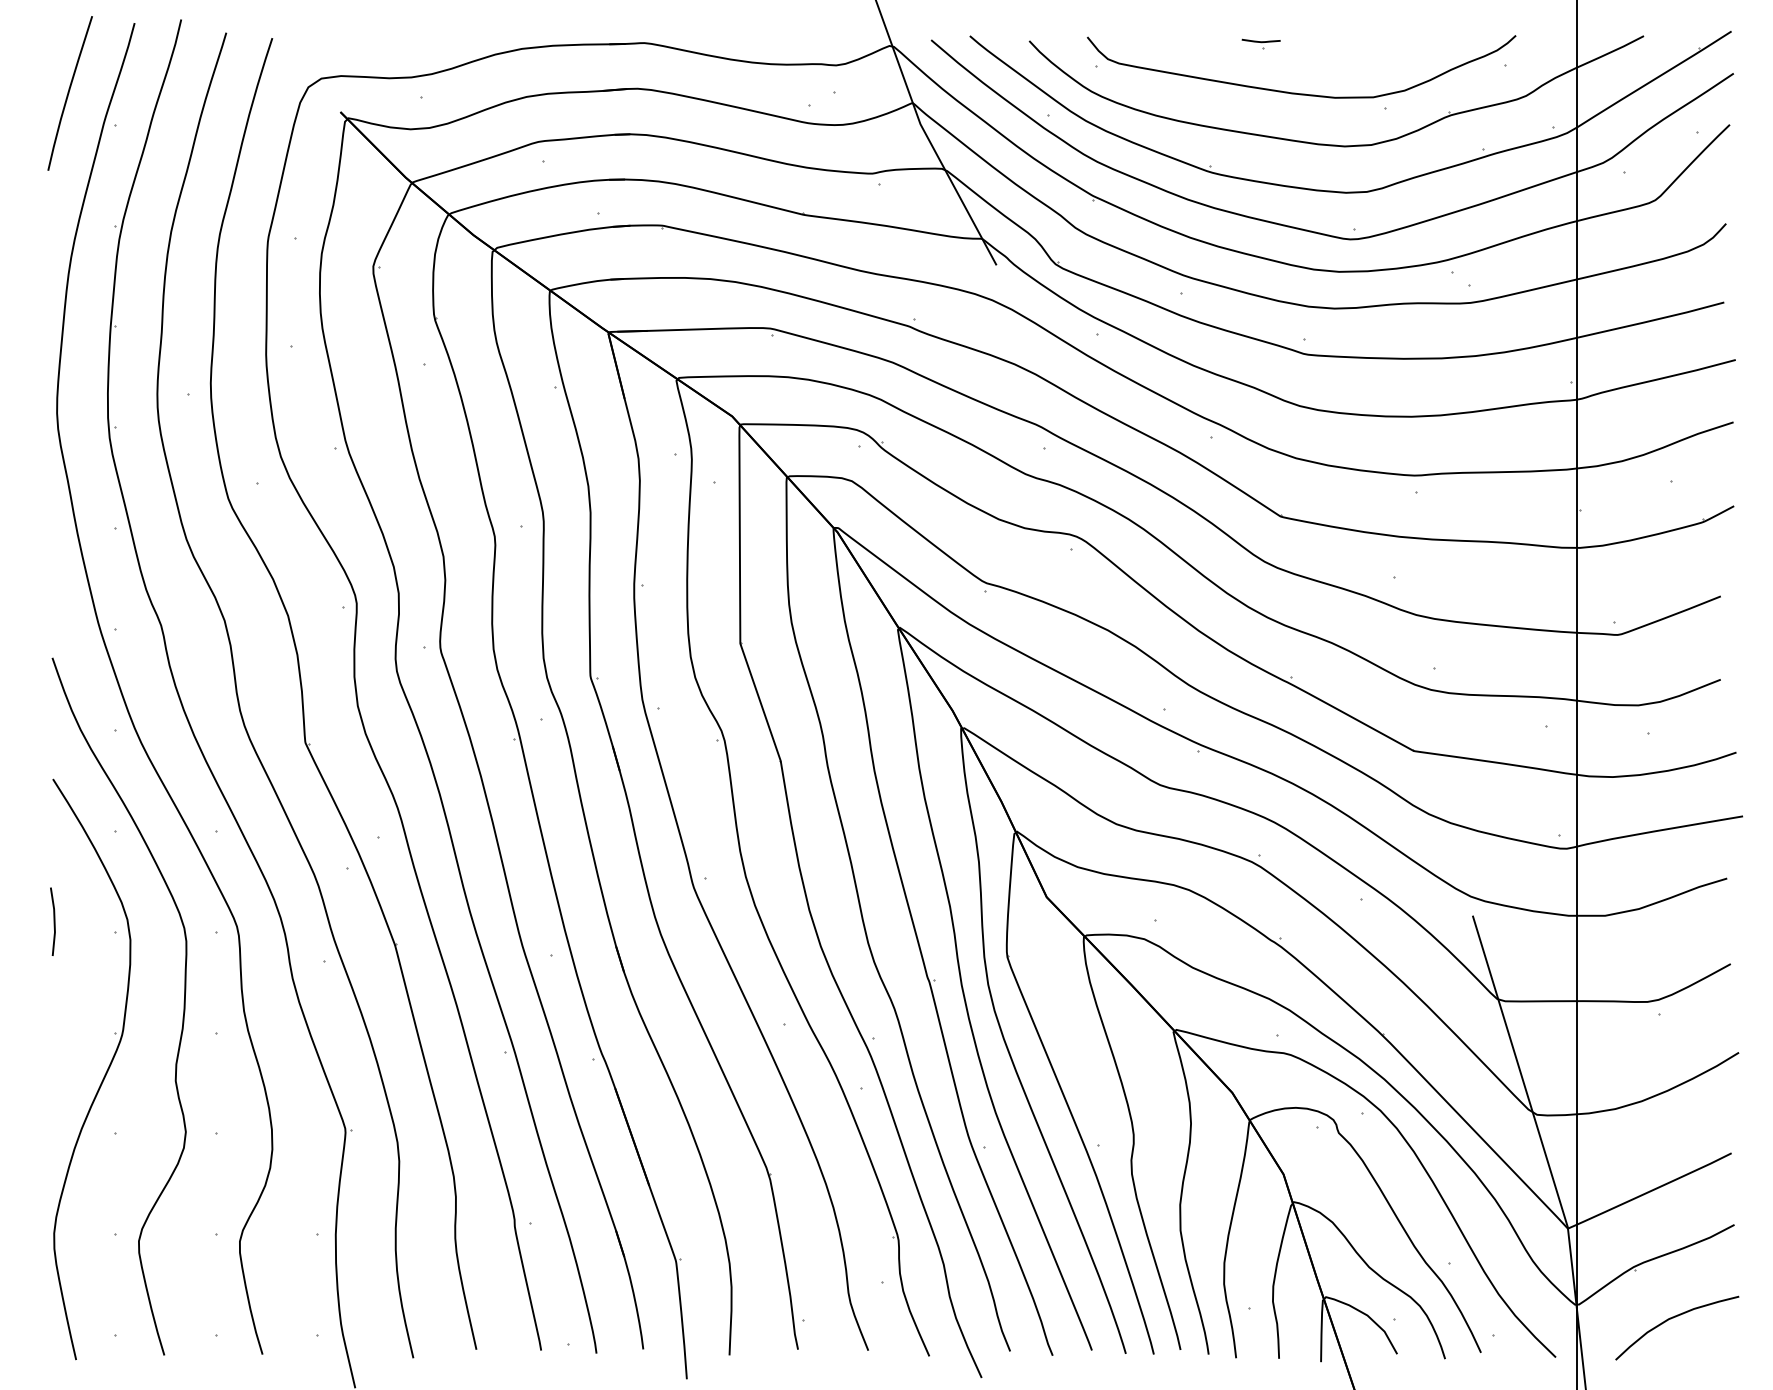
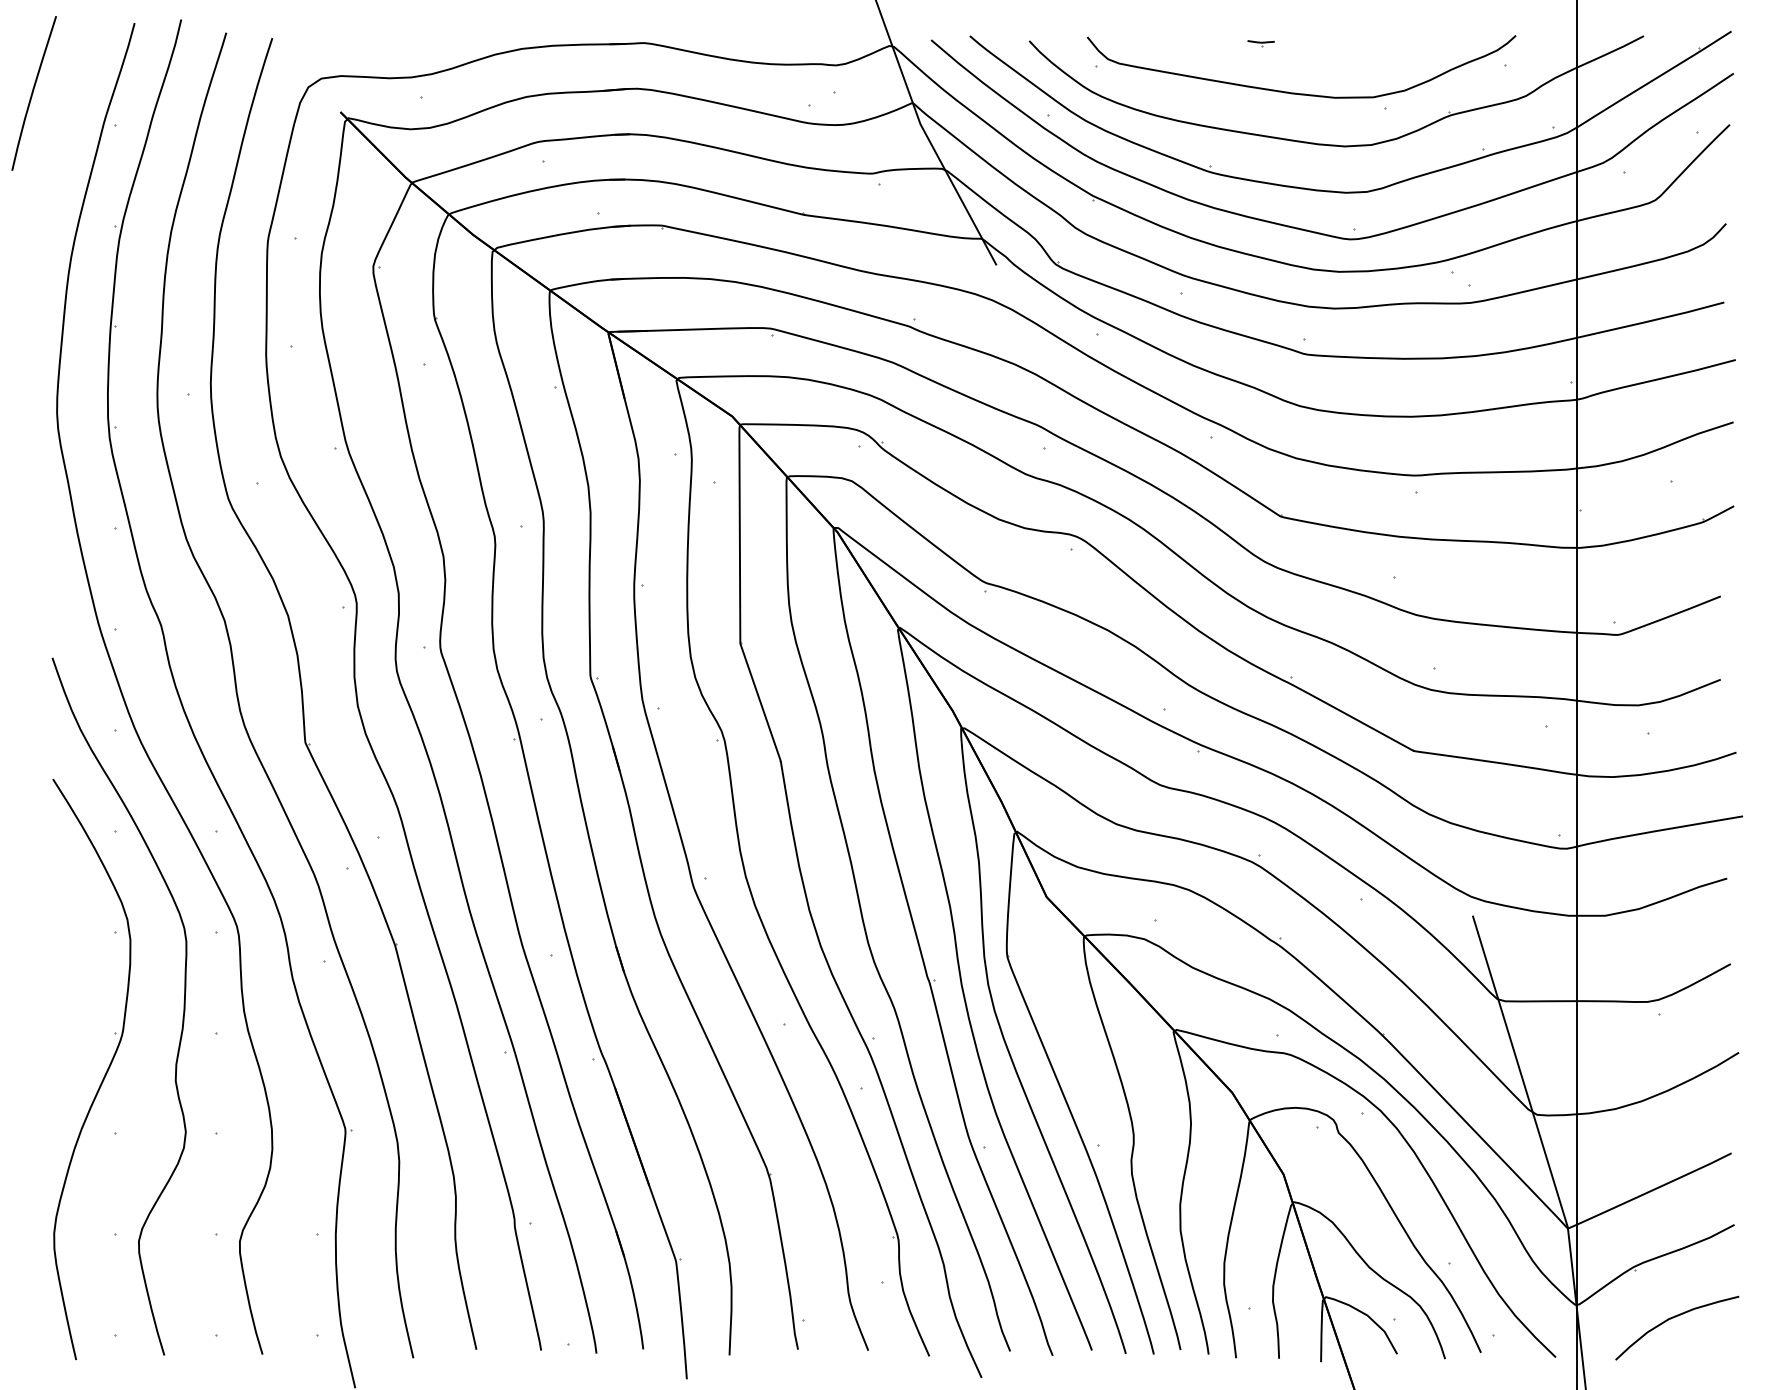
part at (1260, 43) size: 40x12 px -> 28x8 px
curve at (69, 93) position: (69, 93) -> (33, 93)
line at (53, 921): present -> none
